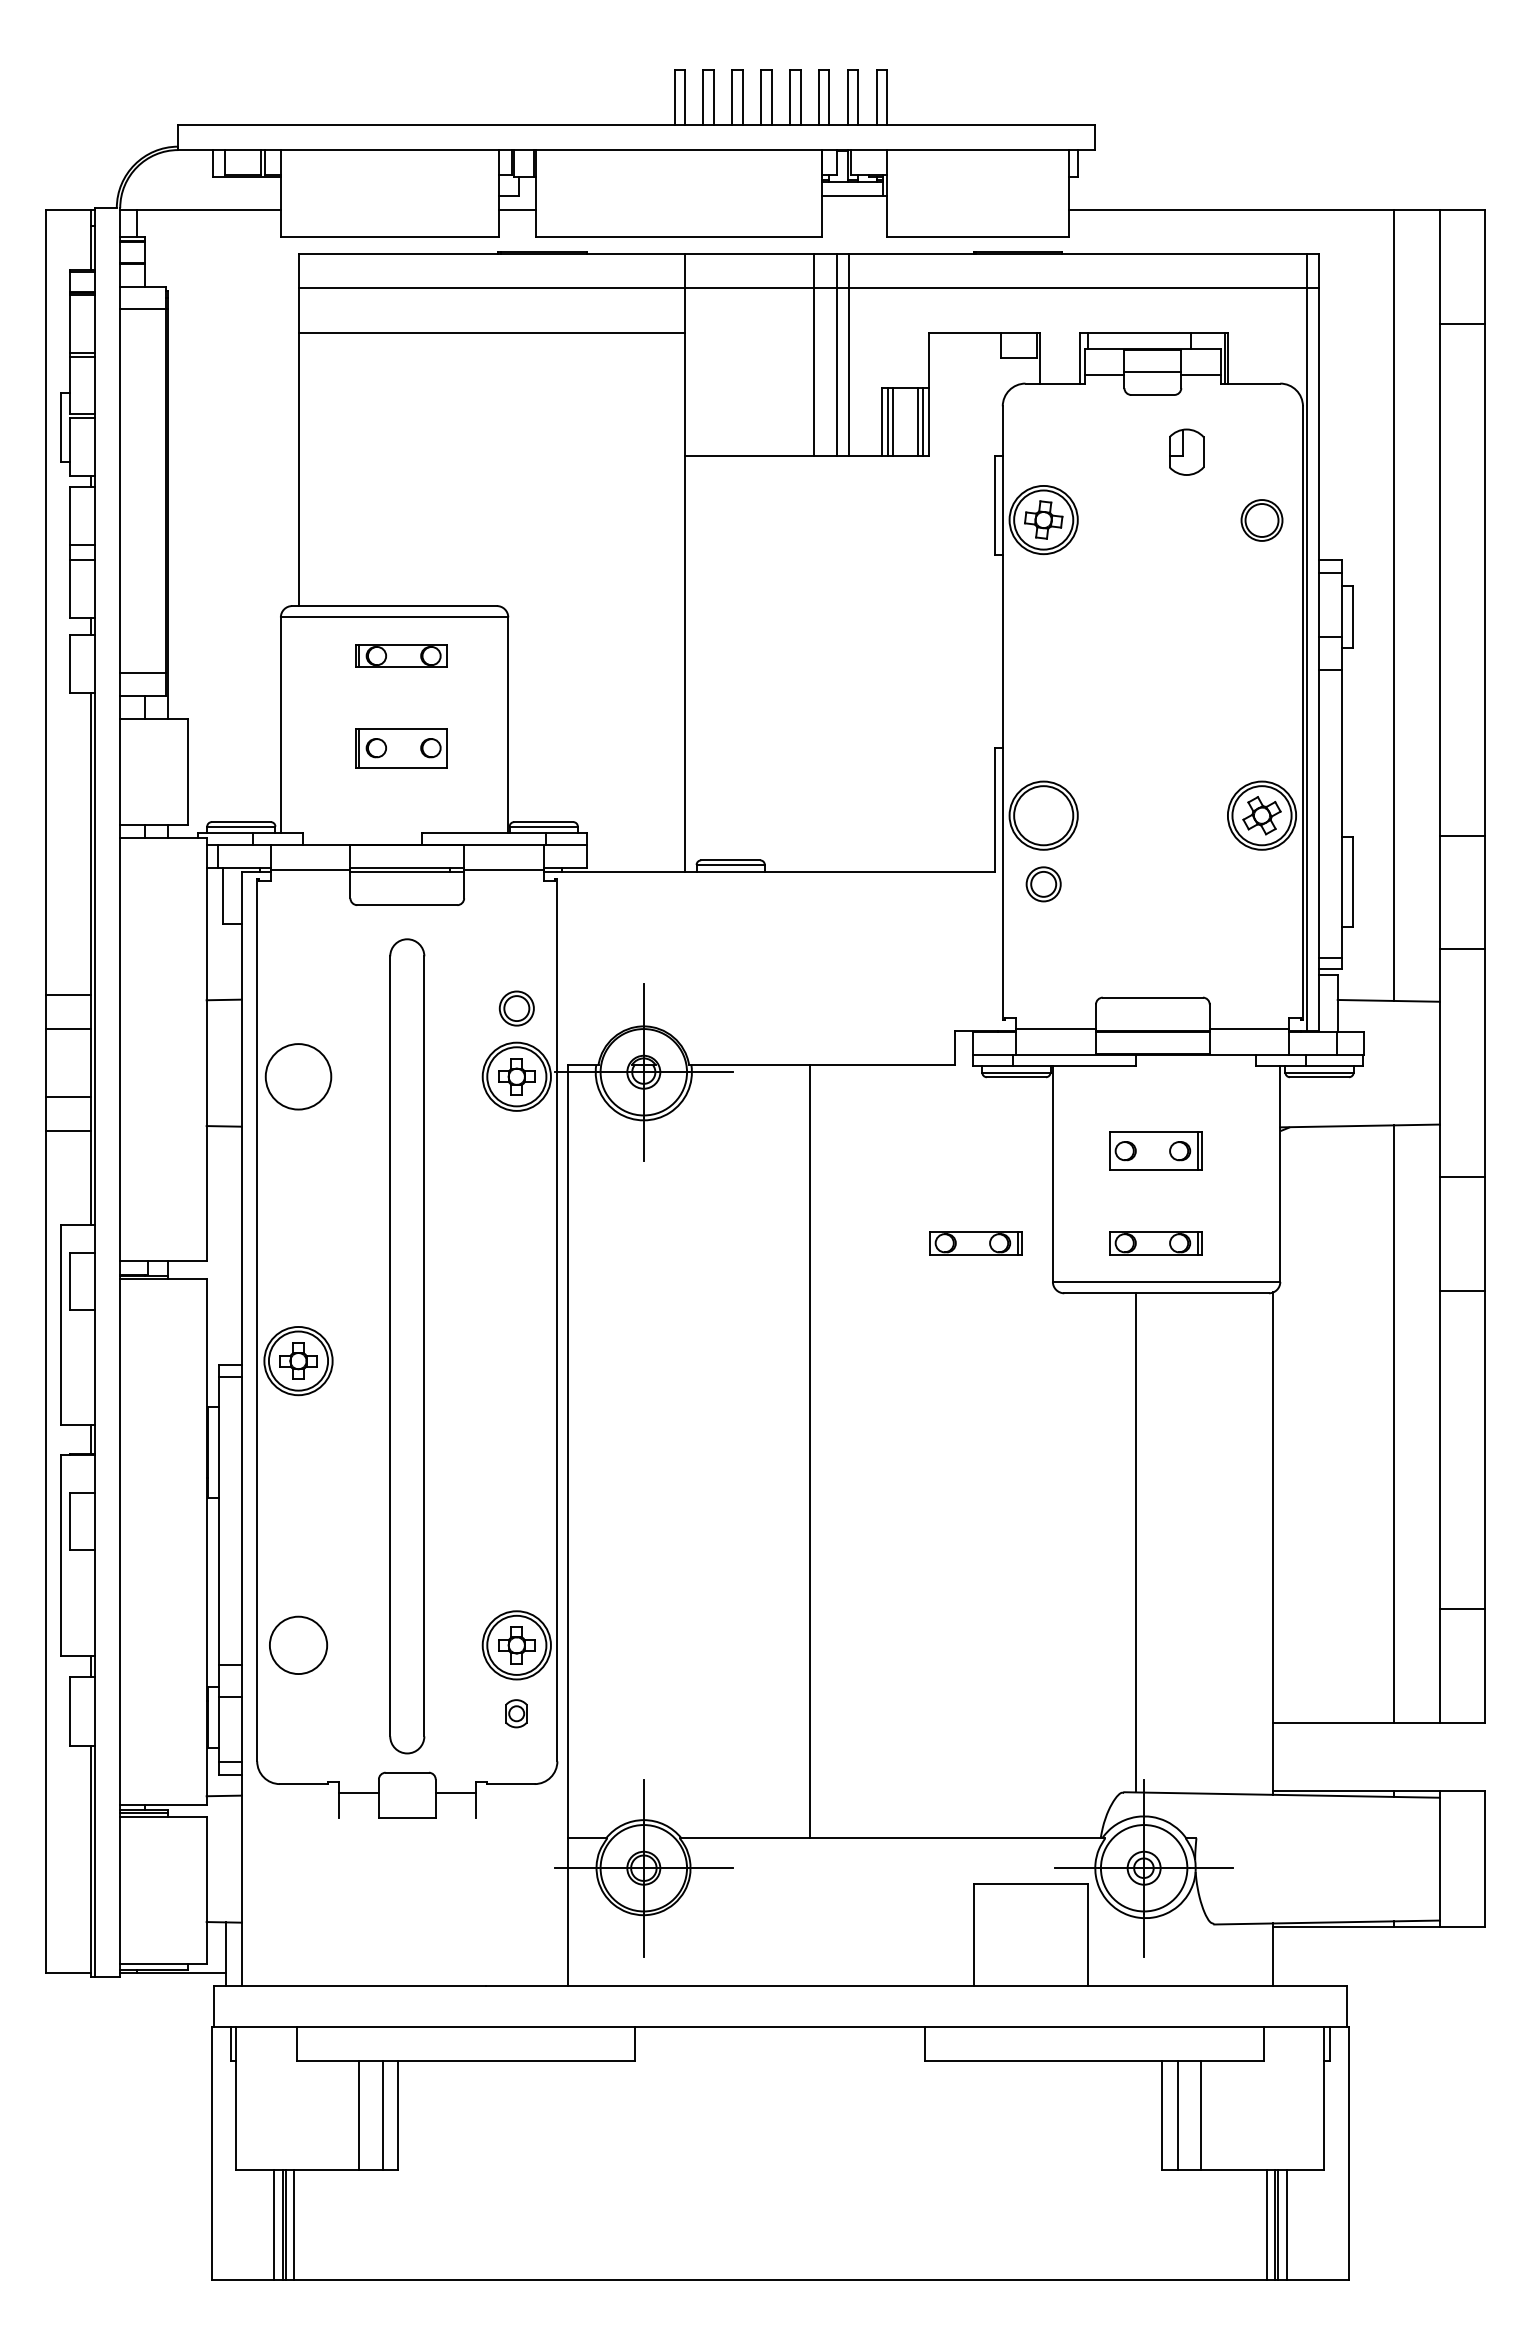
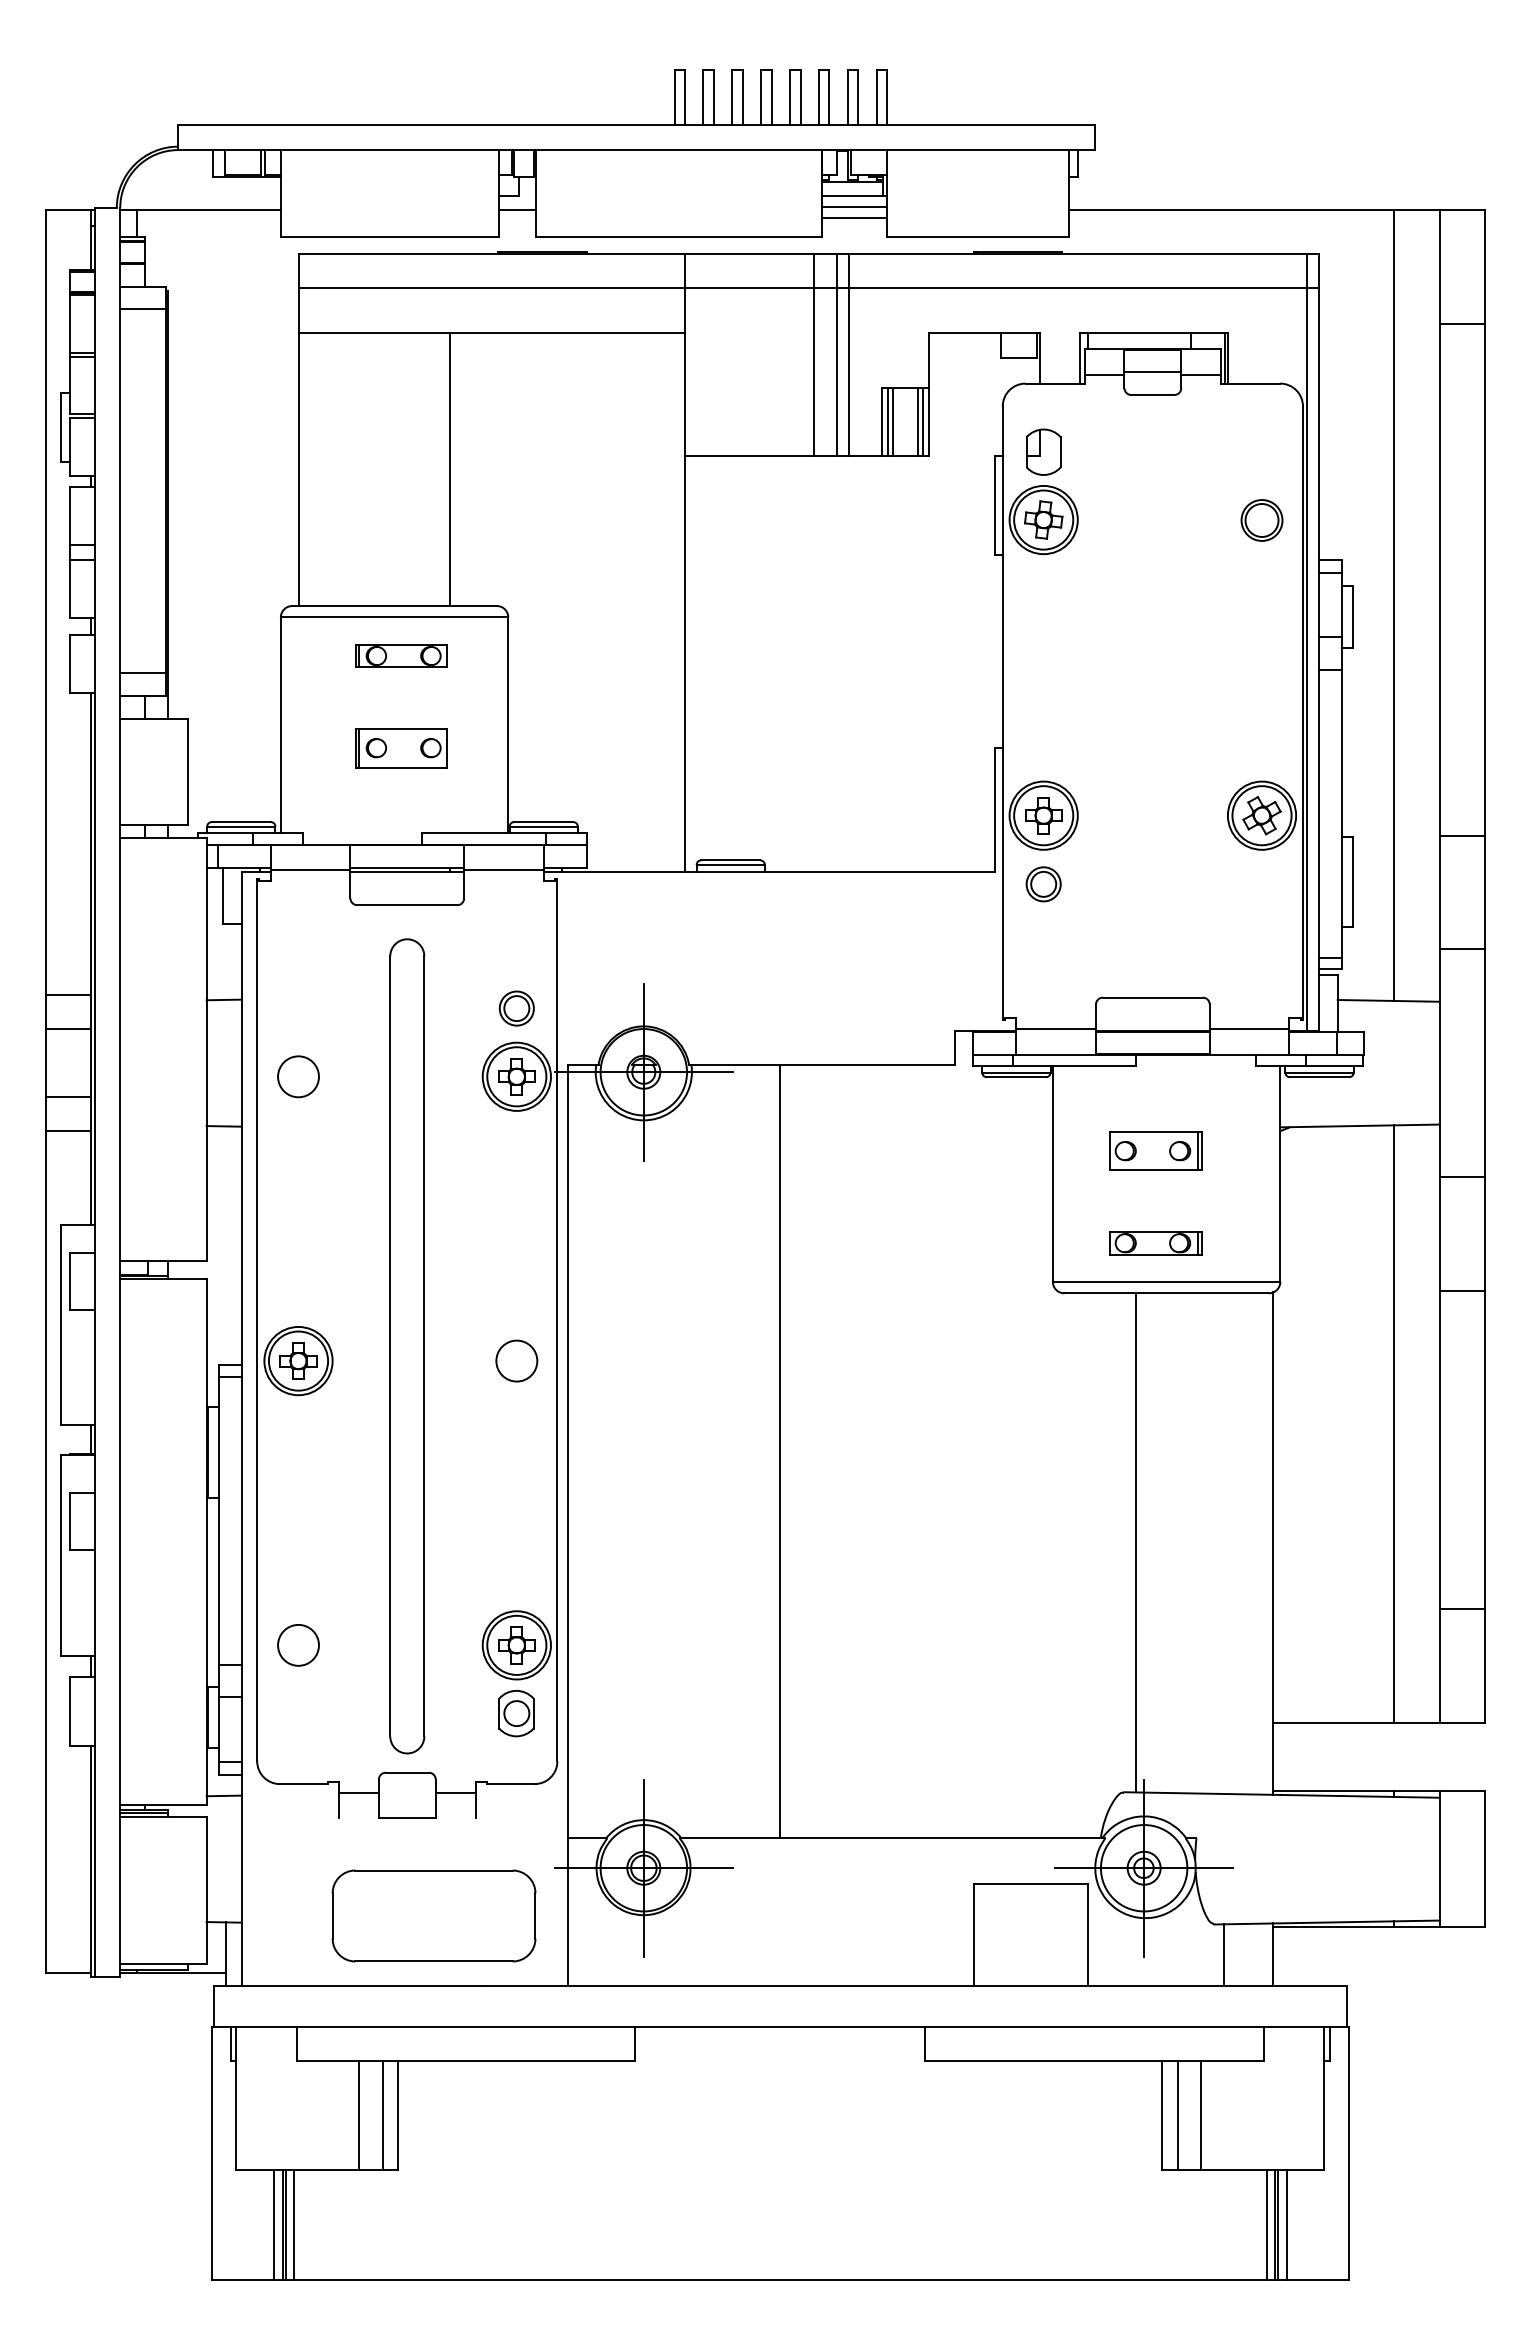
line at (854, 206): none -> present
line at (854, 218): none -> present
part at (1186, 451) position: (1186, 451) -> (1043, 451)
line at (449, 469): none -> present
part at (1043, 815): none -> present
circle at (298, 1076) diameter: 65 px -> 41 px
part at (975, 1243): present -> none
circle at (516, 1360): none -> present
line at (810, 1451) position: (810, 1451) -> (780, 1451)
circle at (298, 1645) diameter: 57 px -> 41 px
part at (516, 1713) size: 23x30 px -> 37x48 px
part at (433, 1915): none -> present
line at (1223, 1955): none -> present
